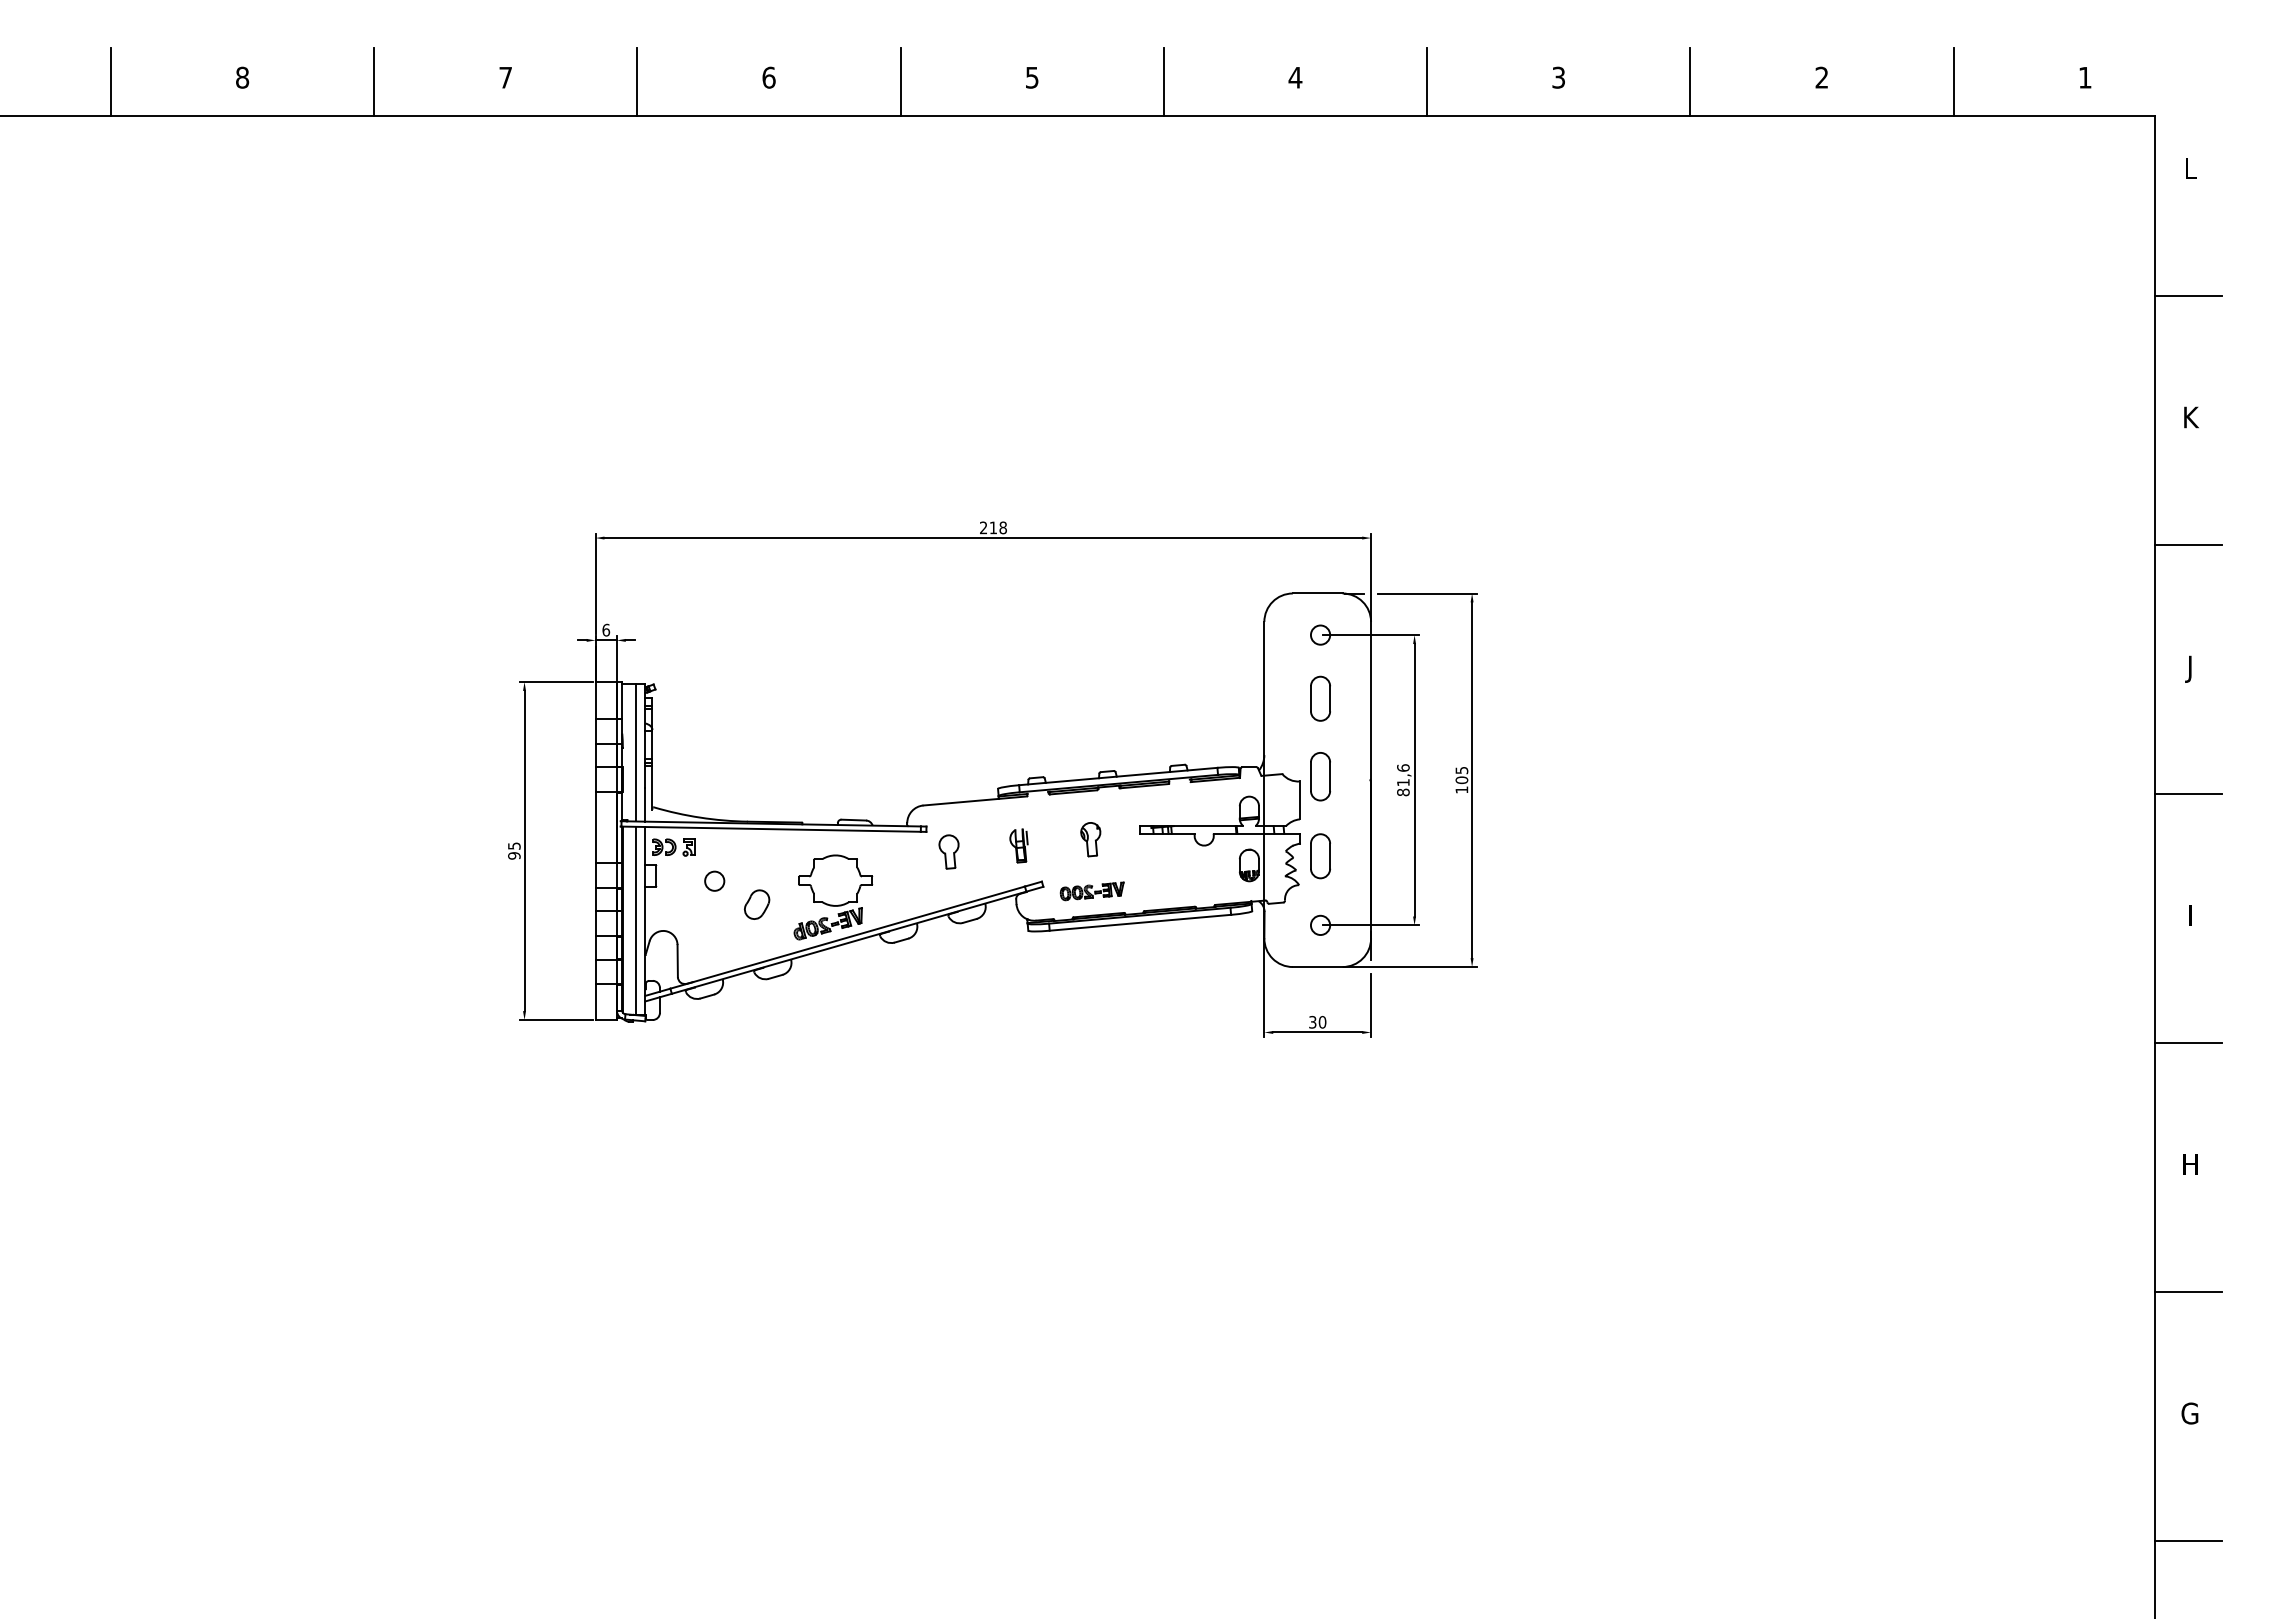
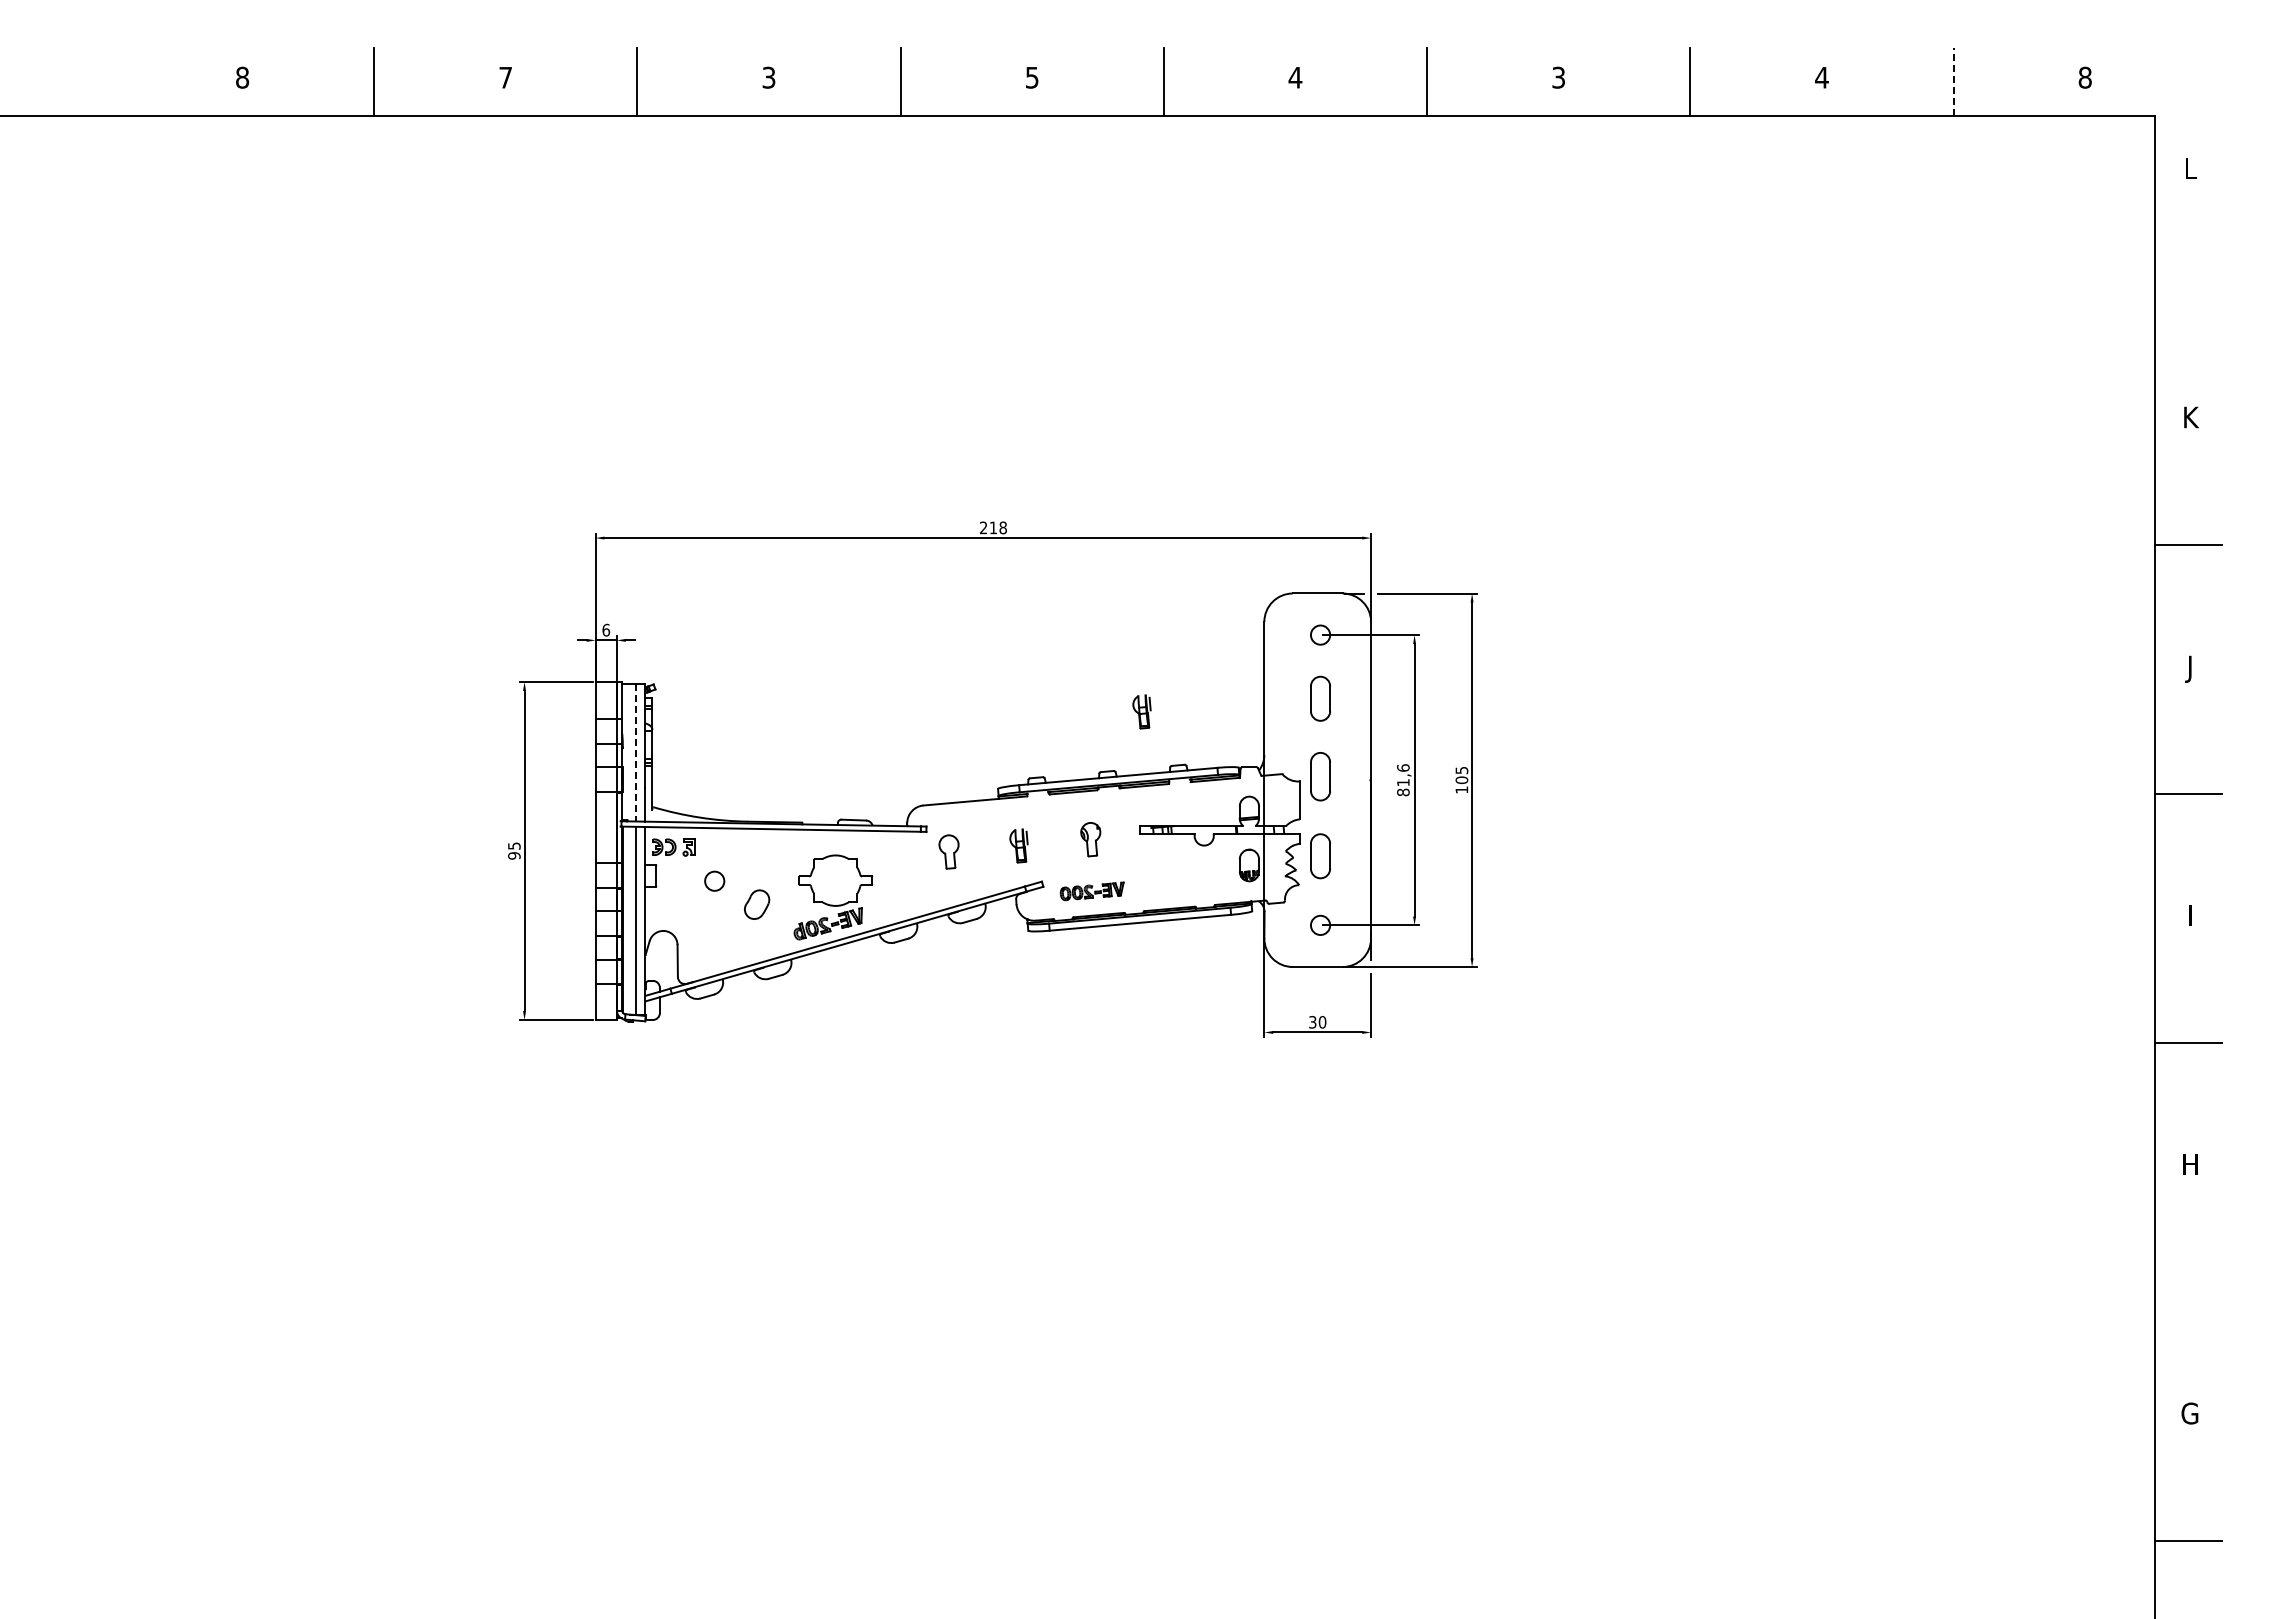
text at (768, 77): 6 -> 3
text at (1821, 77): 2 -> 4
text at (2084, 77): 1 -> 8
line at (110, 82): present -> none
line at (1953, 82): solid -> dashed
line at (2188, 295): present -> none
part at (1141, 711): none -> present
line at (635, 752): solid -> dashed
line at (2188, 1291): present -> none
